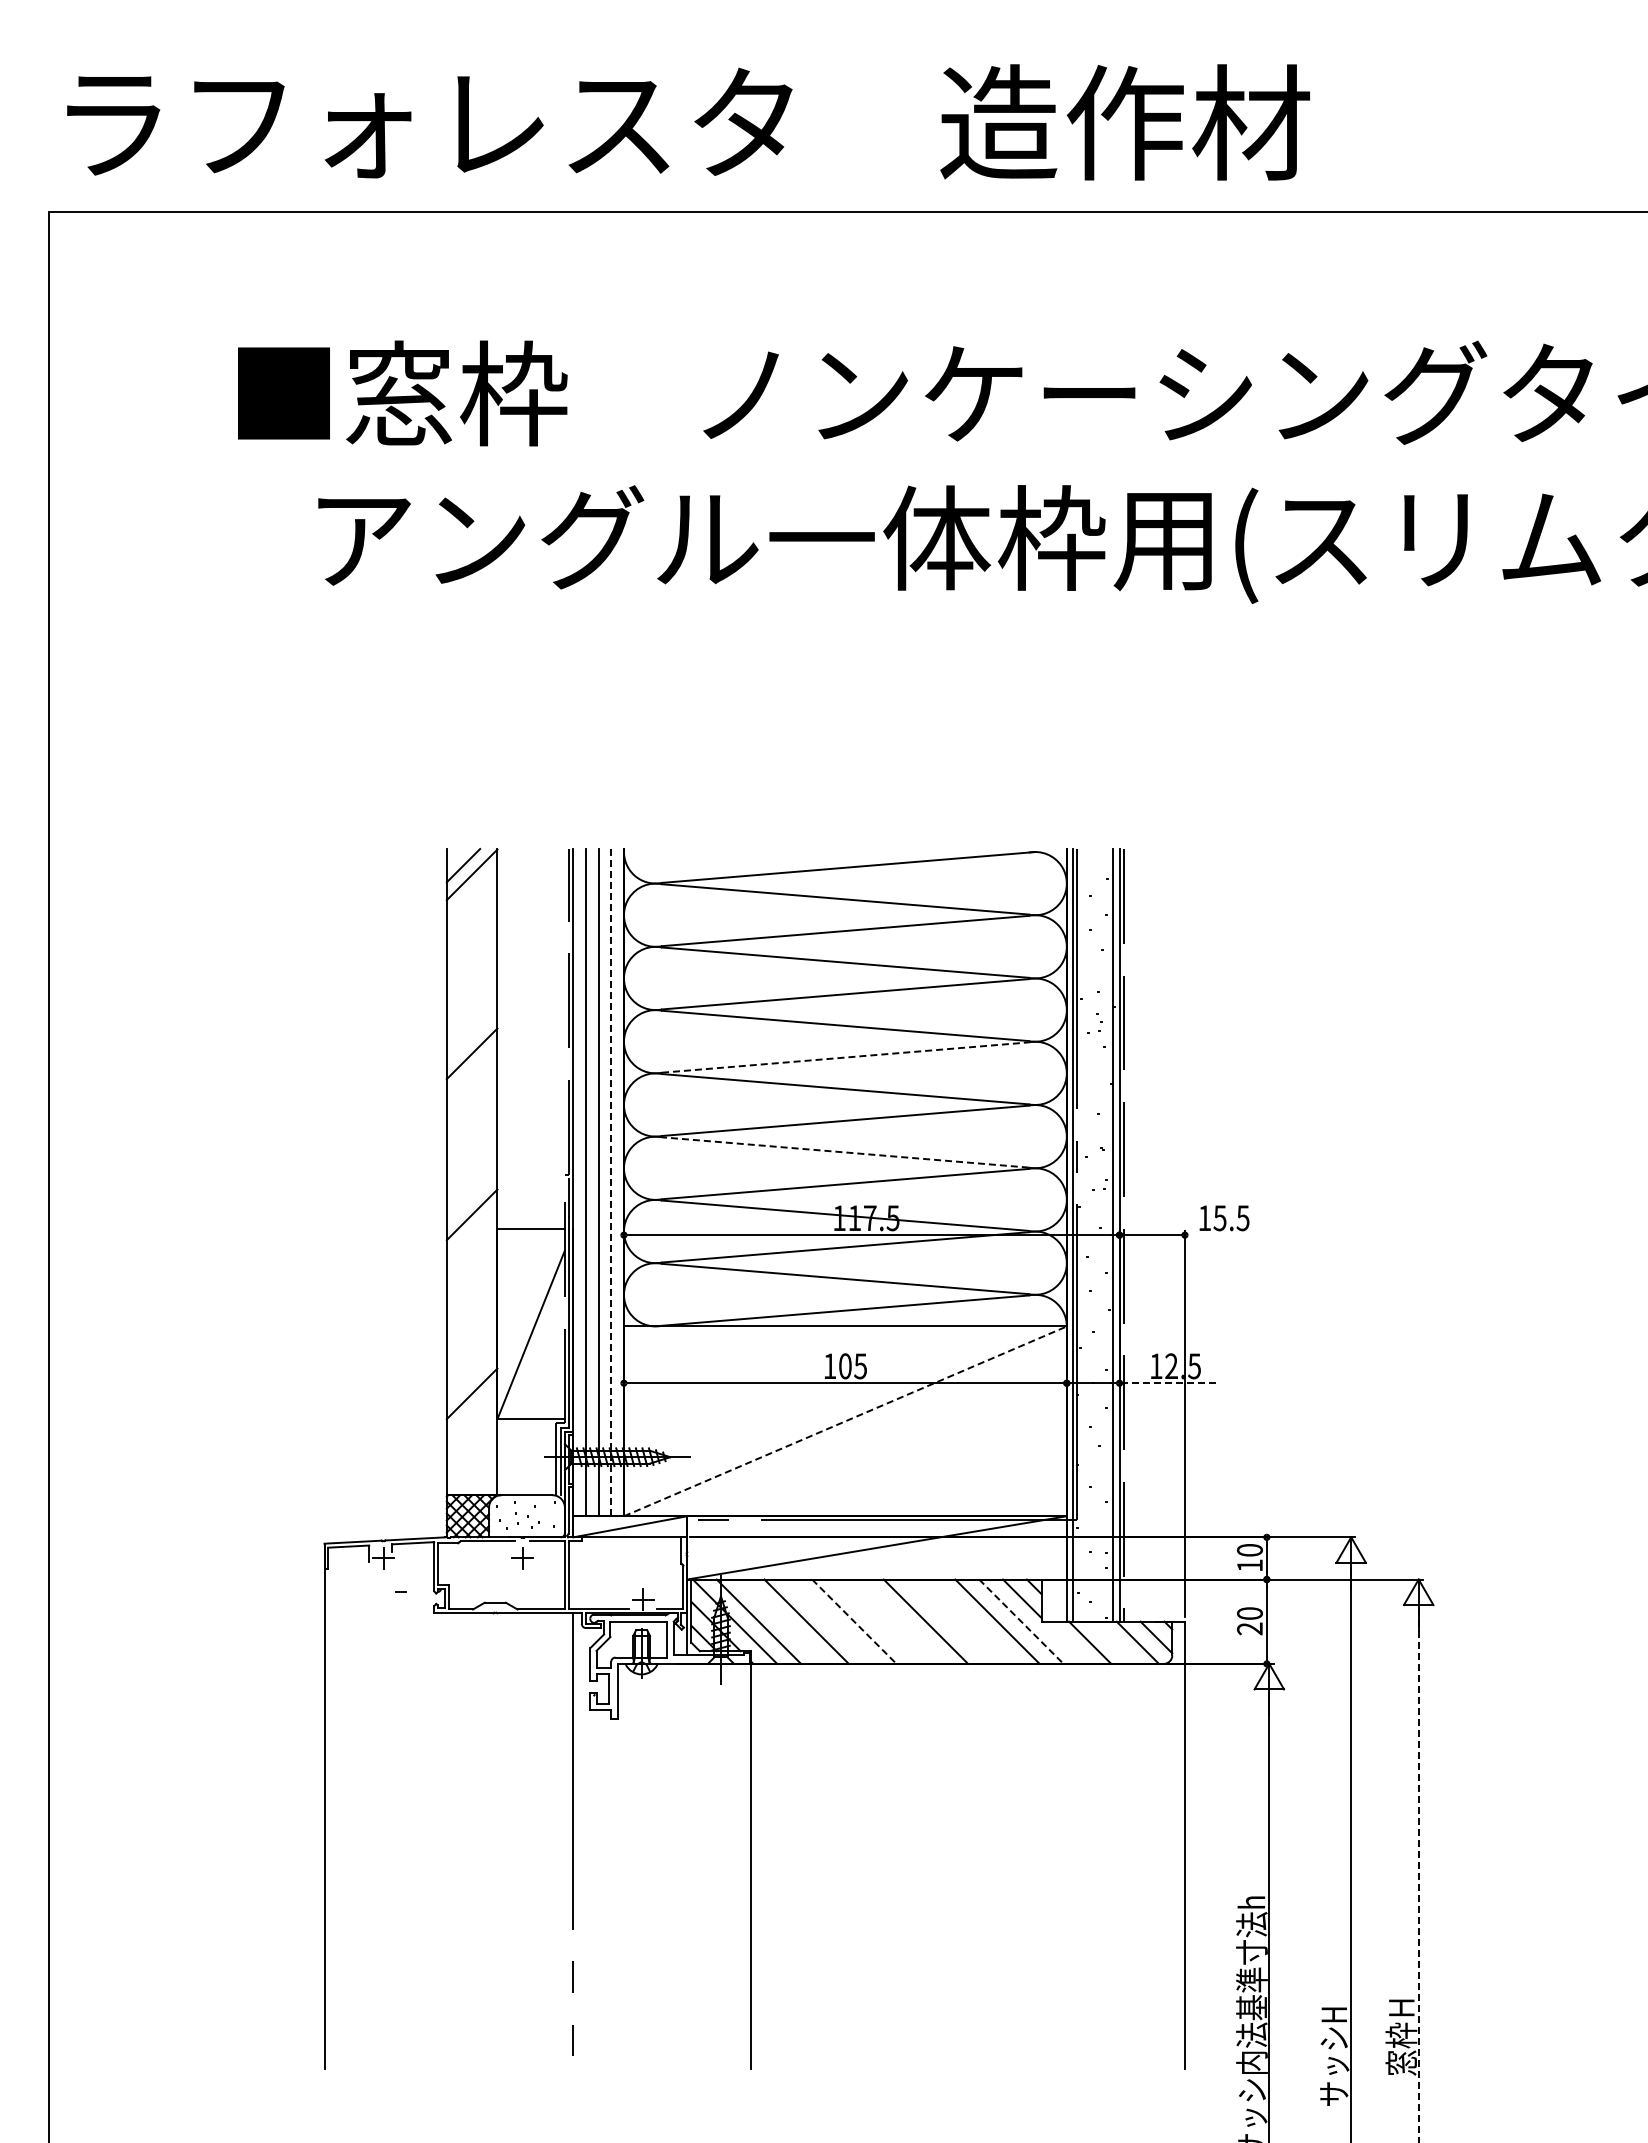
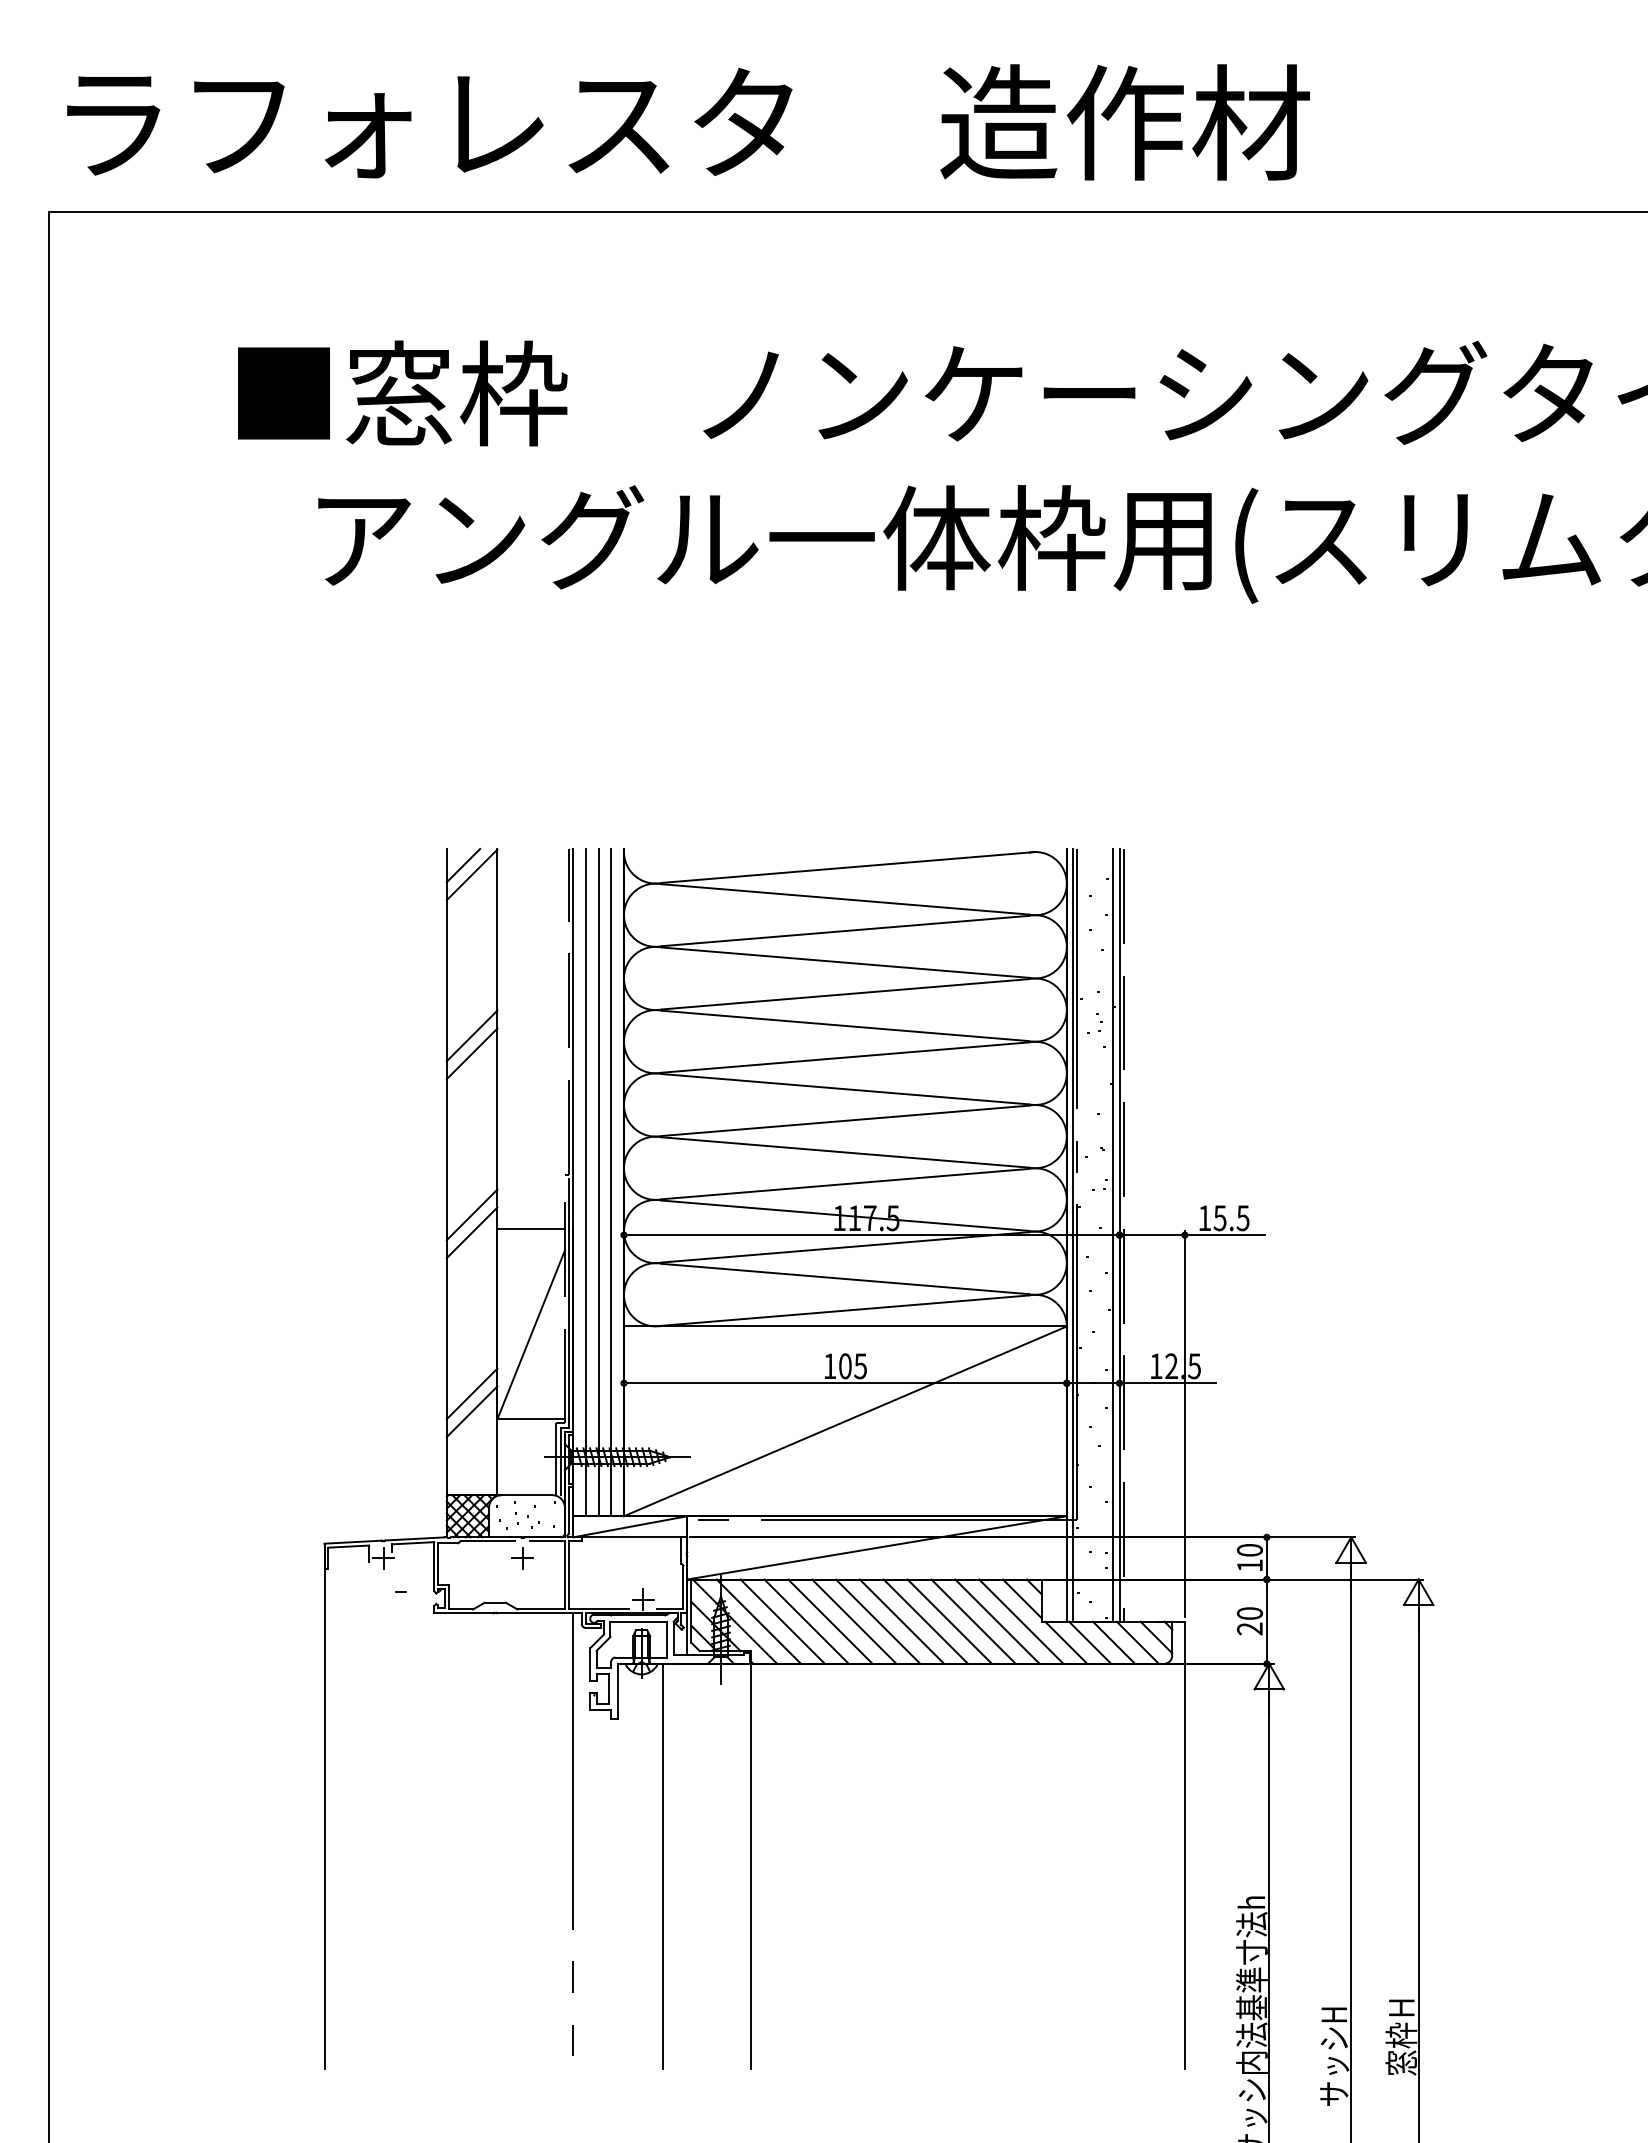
line at (471, 1035): none -> present
line at (845, 1057): dashed -> solid
line at (845, 1152): dashed -> solid
line at (611, 1182): dashed -> solid
line at (471, 1232): none -> present
line at (1224, 1235): none -> present
line at (1167, 1383): dashed -> solid
line at (471, 1411): none -> present
line at (845, 1421): dashed -> solid
line at (782, 1621): none -> present
line at (830, 1621): none -> present
line at (854, 1621): dashed -> solid
line at (878, 1621): none -> present
line at (901, 1621): none -> present
line at (949, 1621): none -> present
line at (973, 1621): none -> present
line at (1021, 1621): dashed -> solid
line at (1066, 1642): none -> present
line at (1113, 1642): none -> present
line at (662, 1865): none -> present
line at (1418, 1876): dashed -> solid
